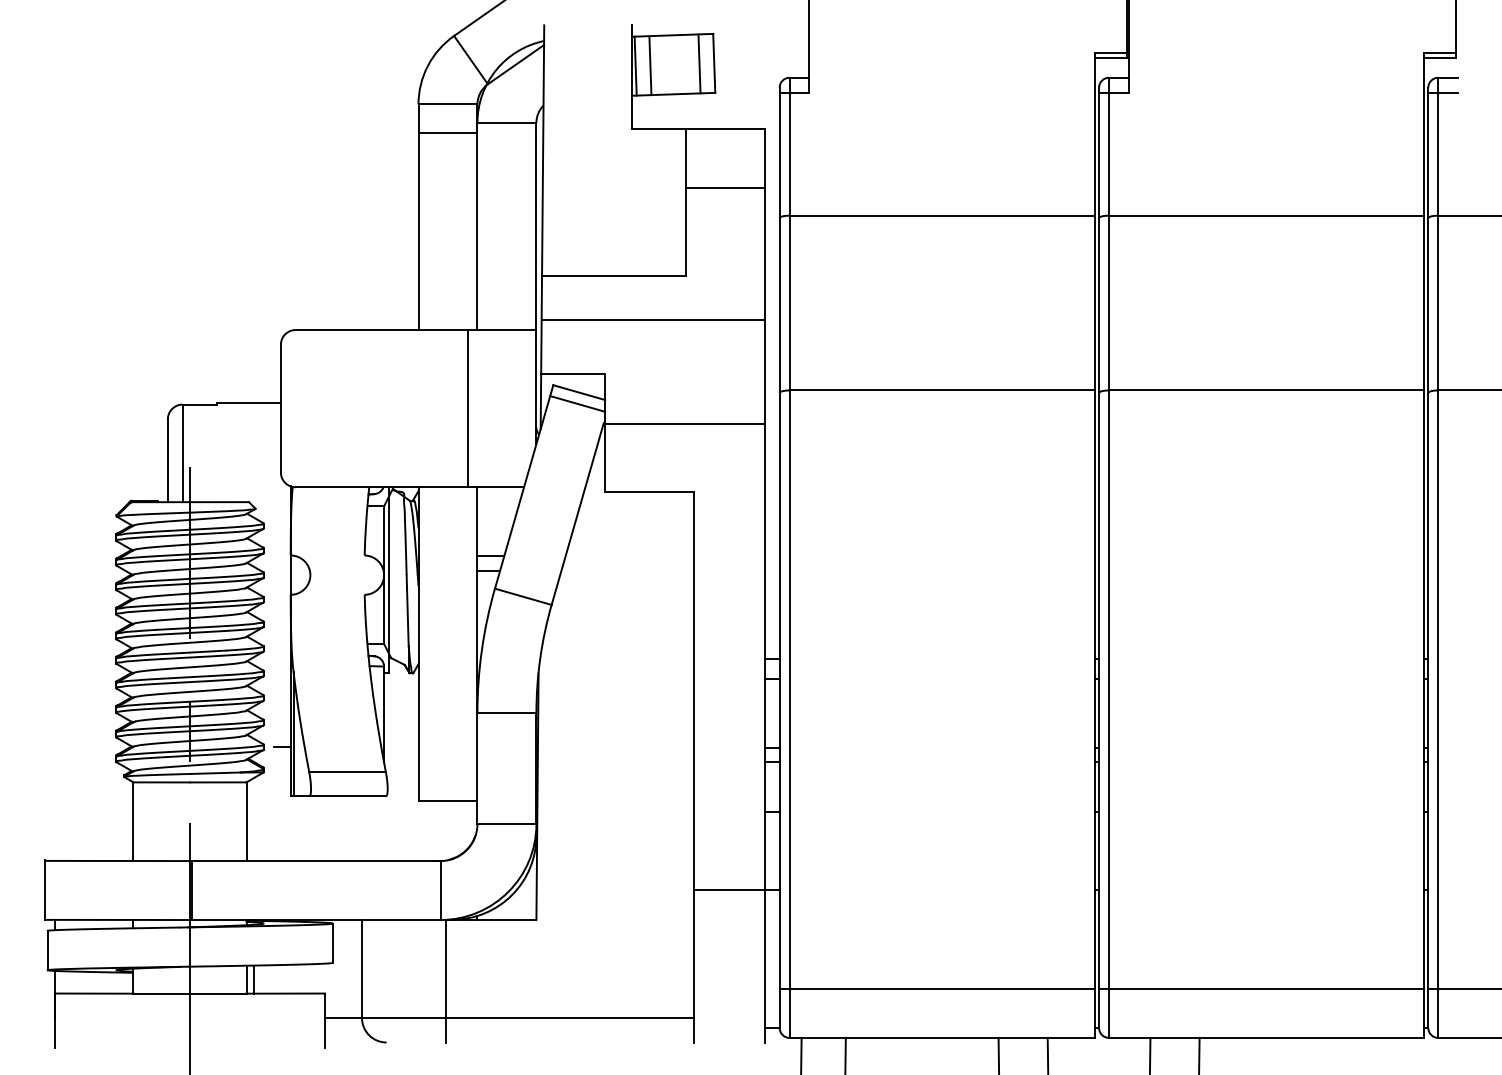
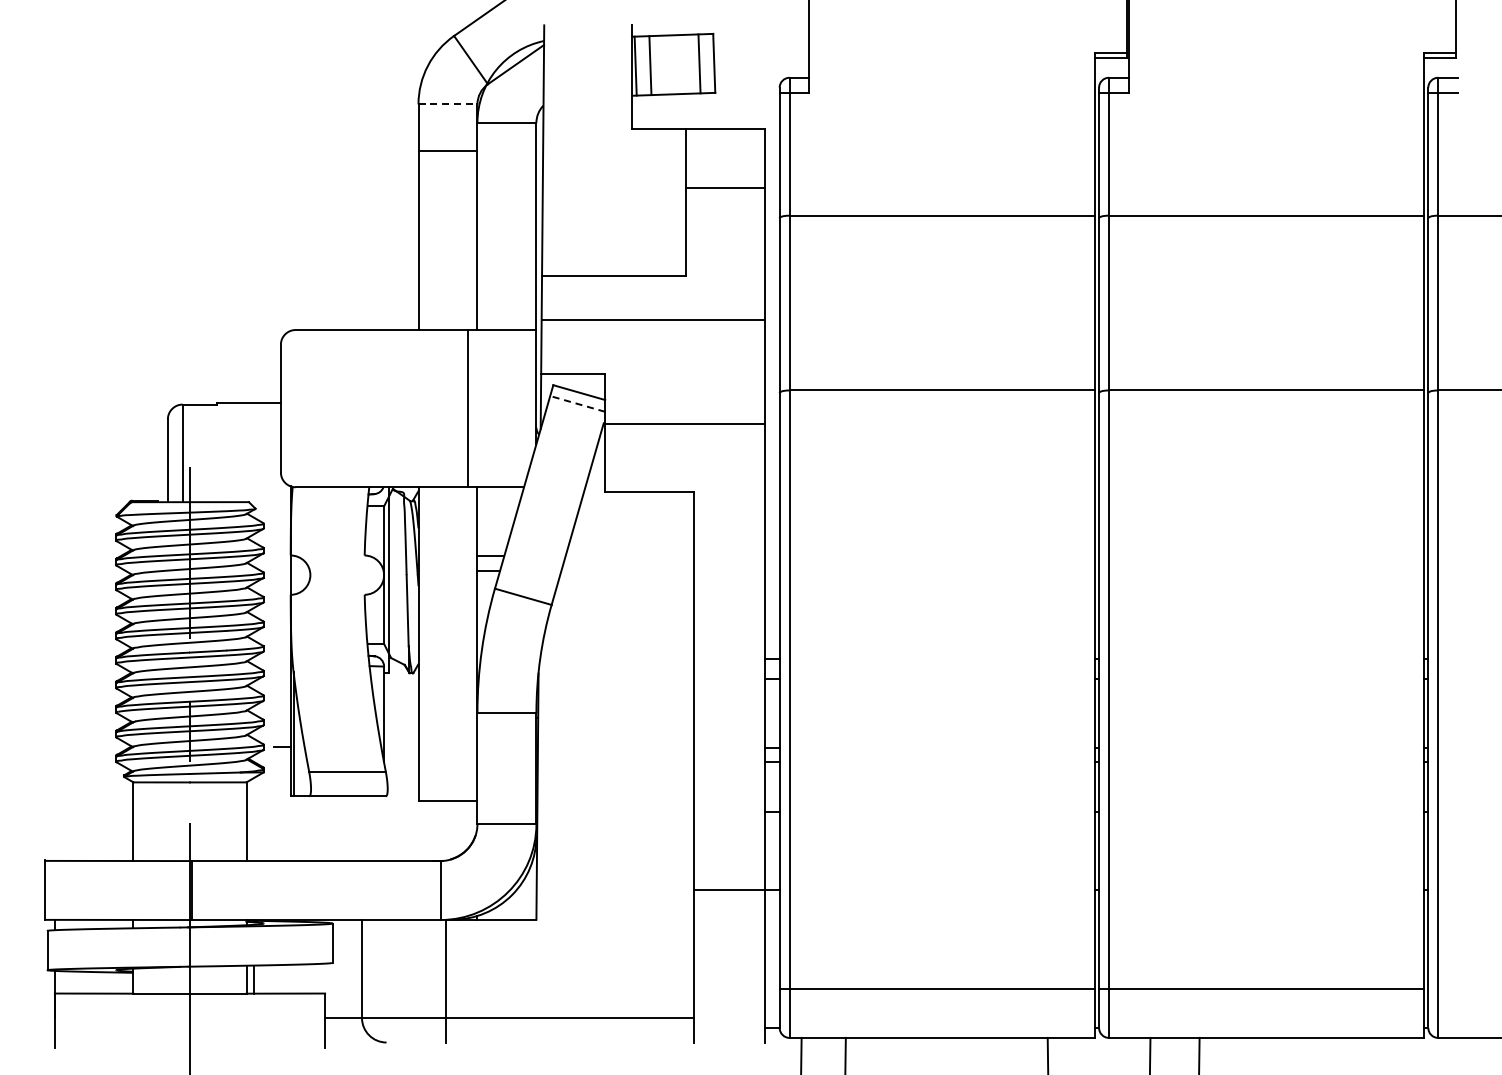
line at (448, 104): solid -> dashed
line at (447, 132) position: (447, 132) -> (447, 150)
line at (577, 403): solid -> dashed
line at (1463, 988): present -> none
line at (998, 1054): present -> none
